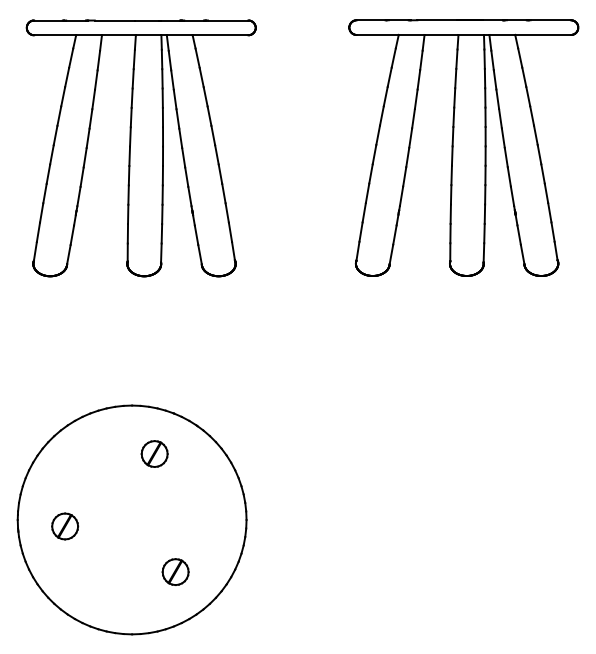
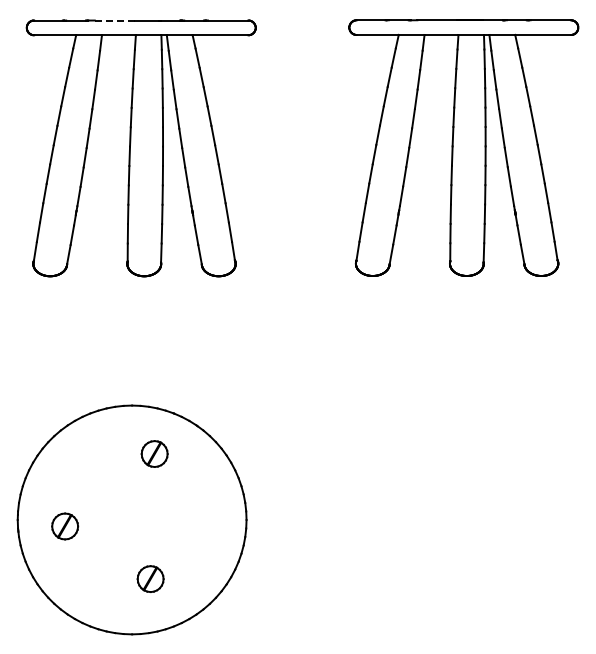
line at (114, 20): solid -> dashed
part at (175, 571) position: (175, 571) -> (150, 578)
